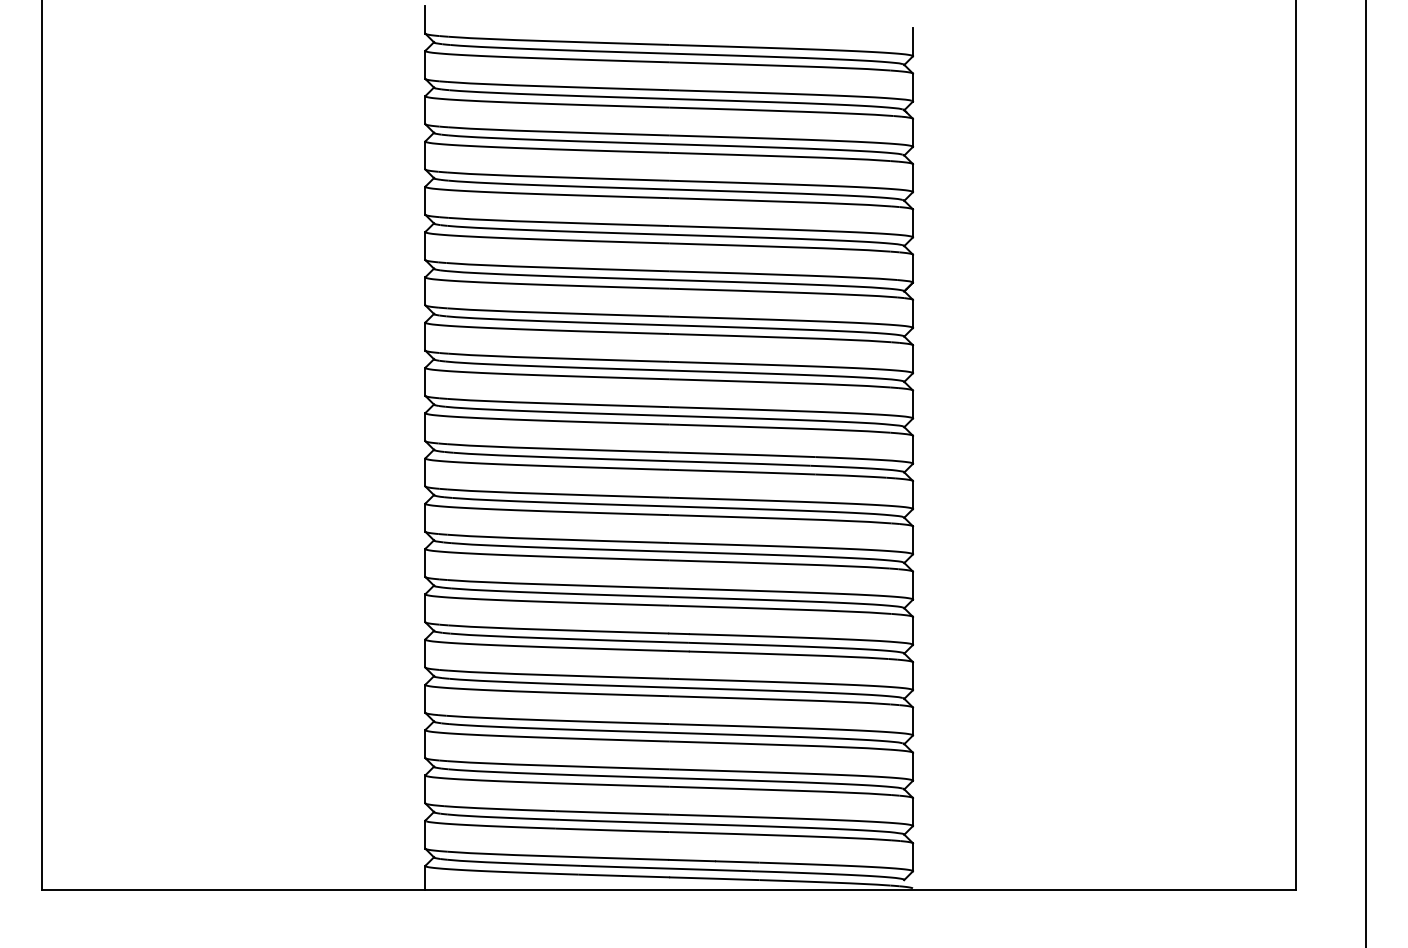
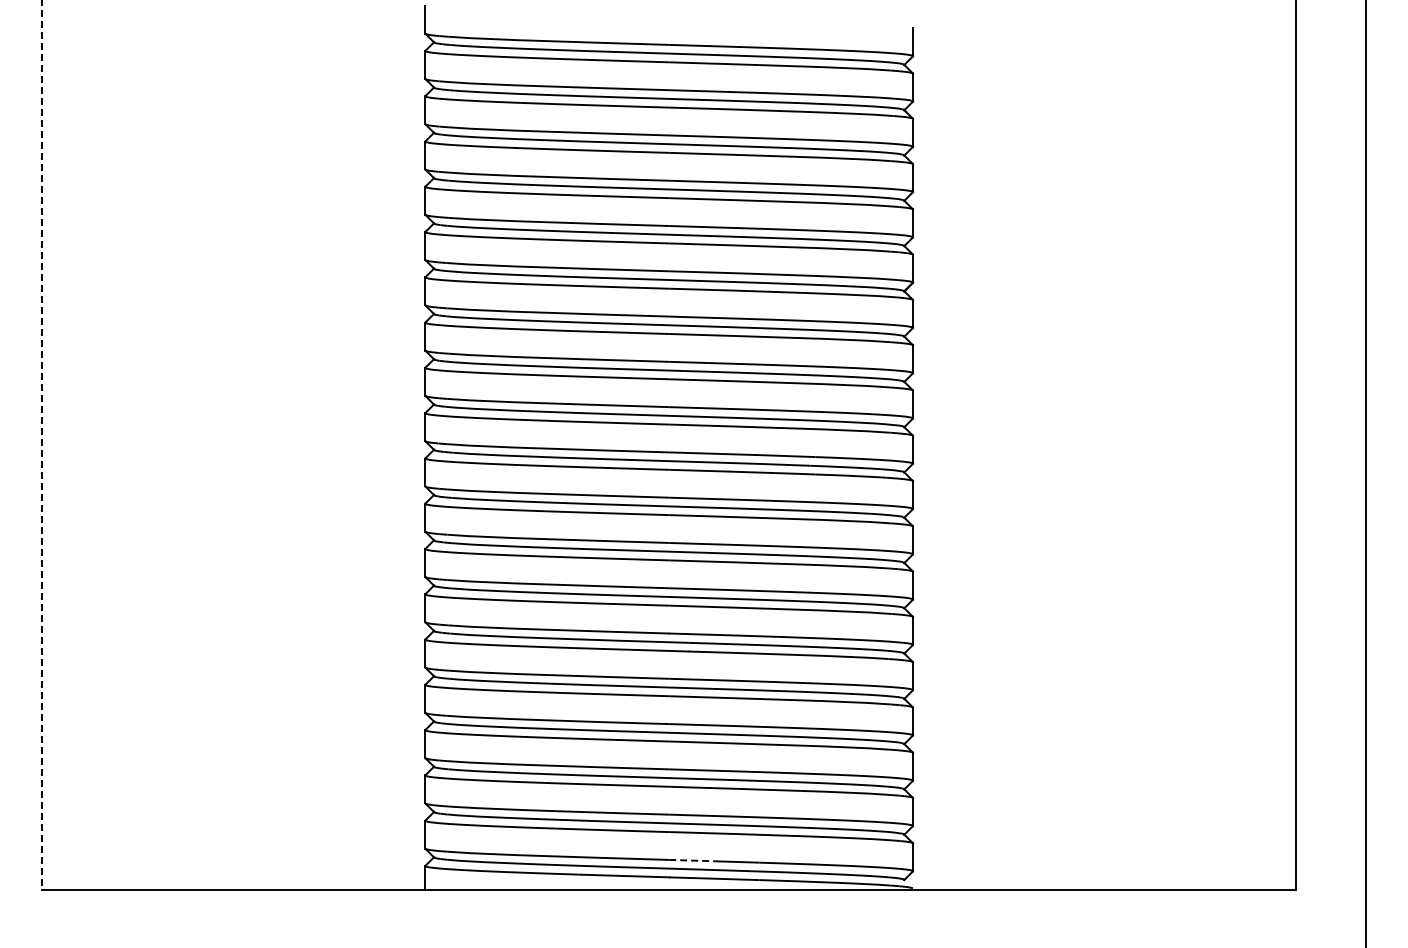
line at (42, 445): solid -> dashed
line at (692, 860): solid -> dashed
